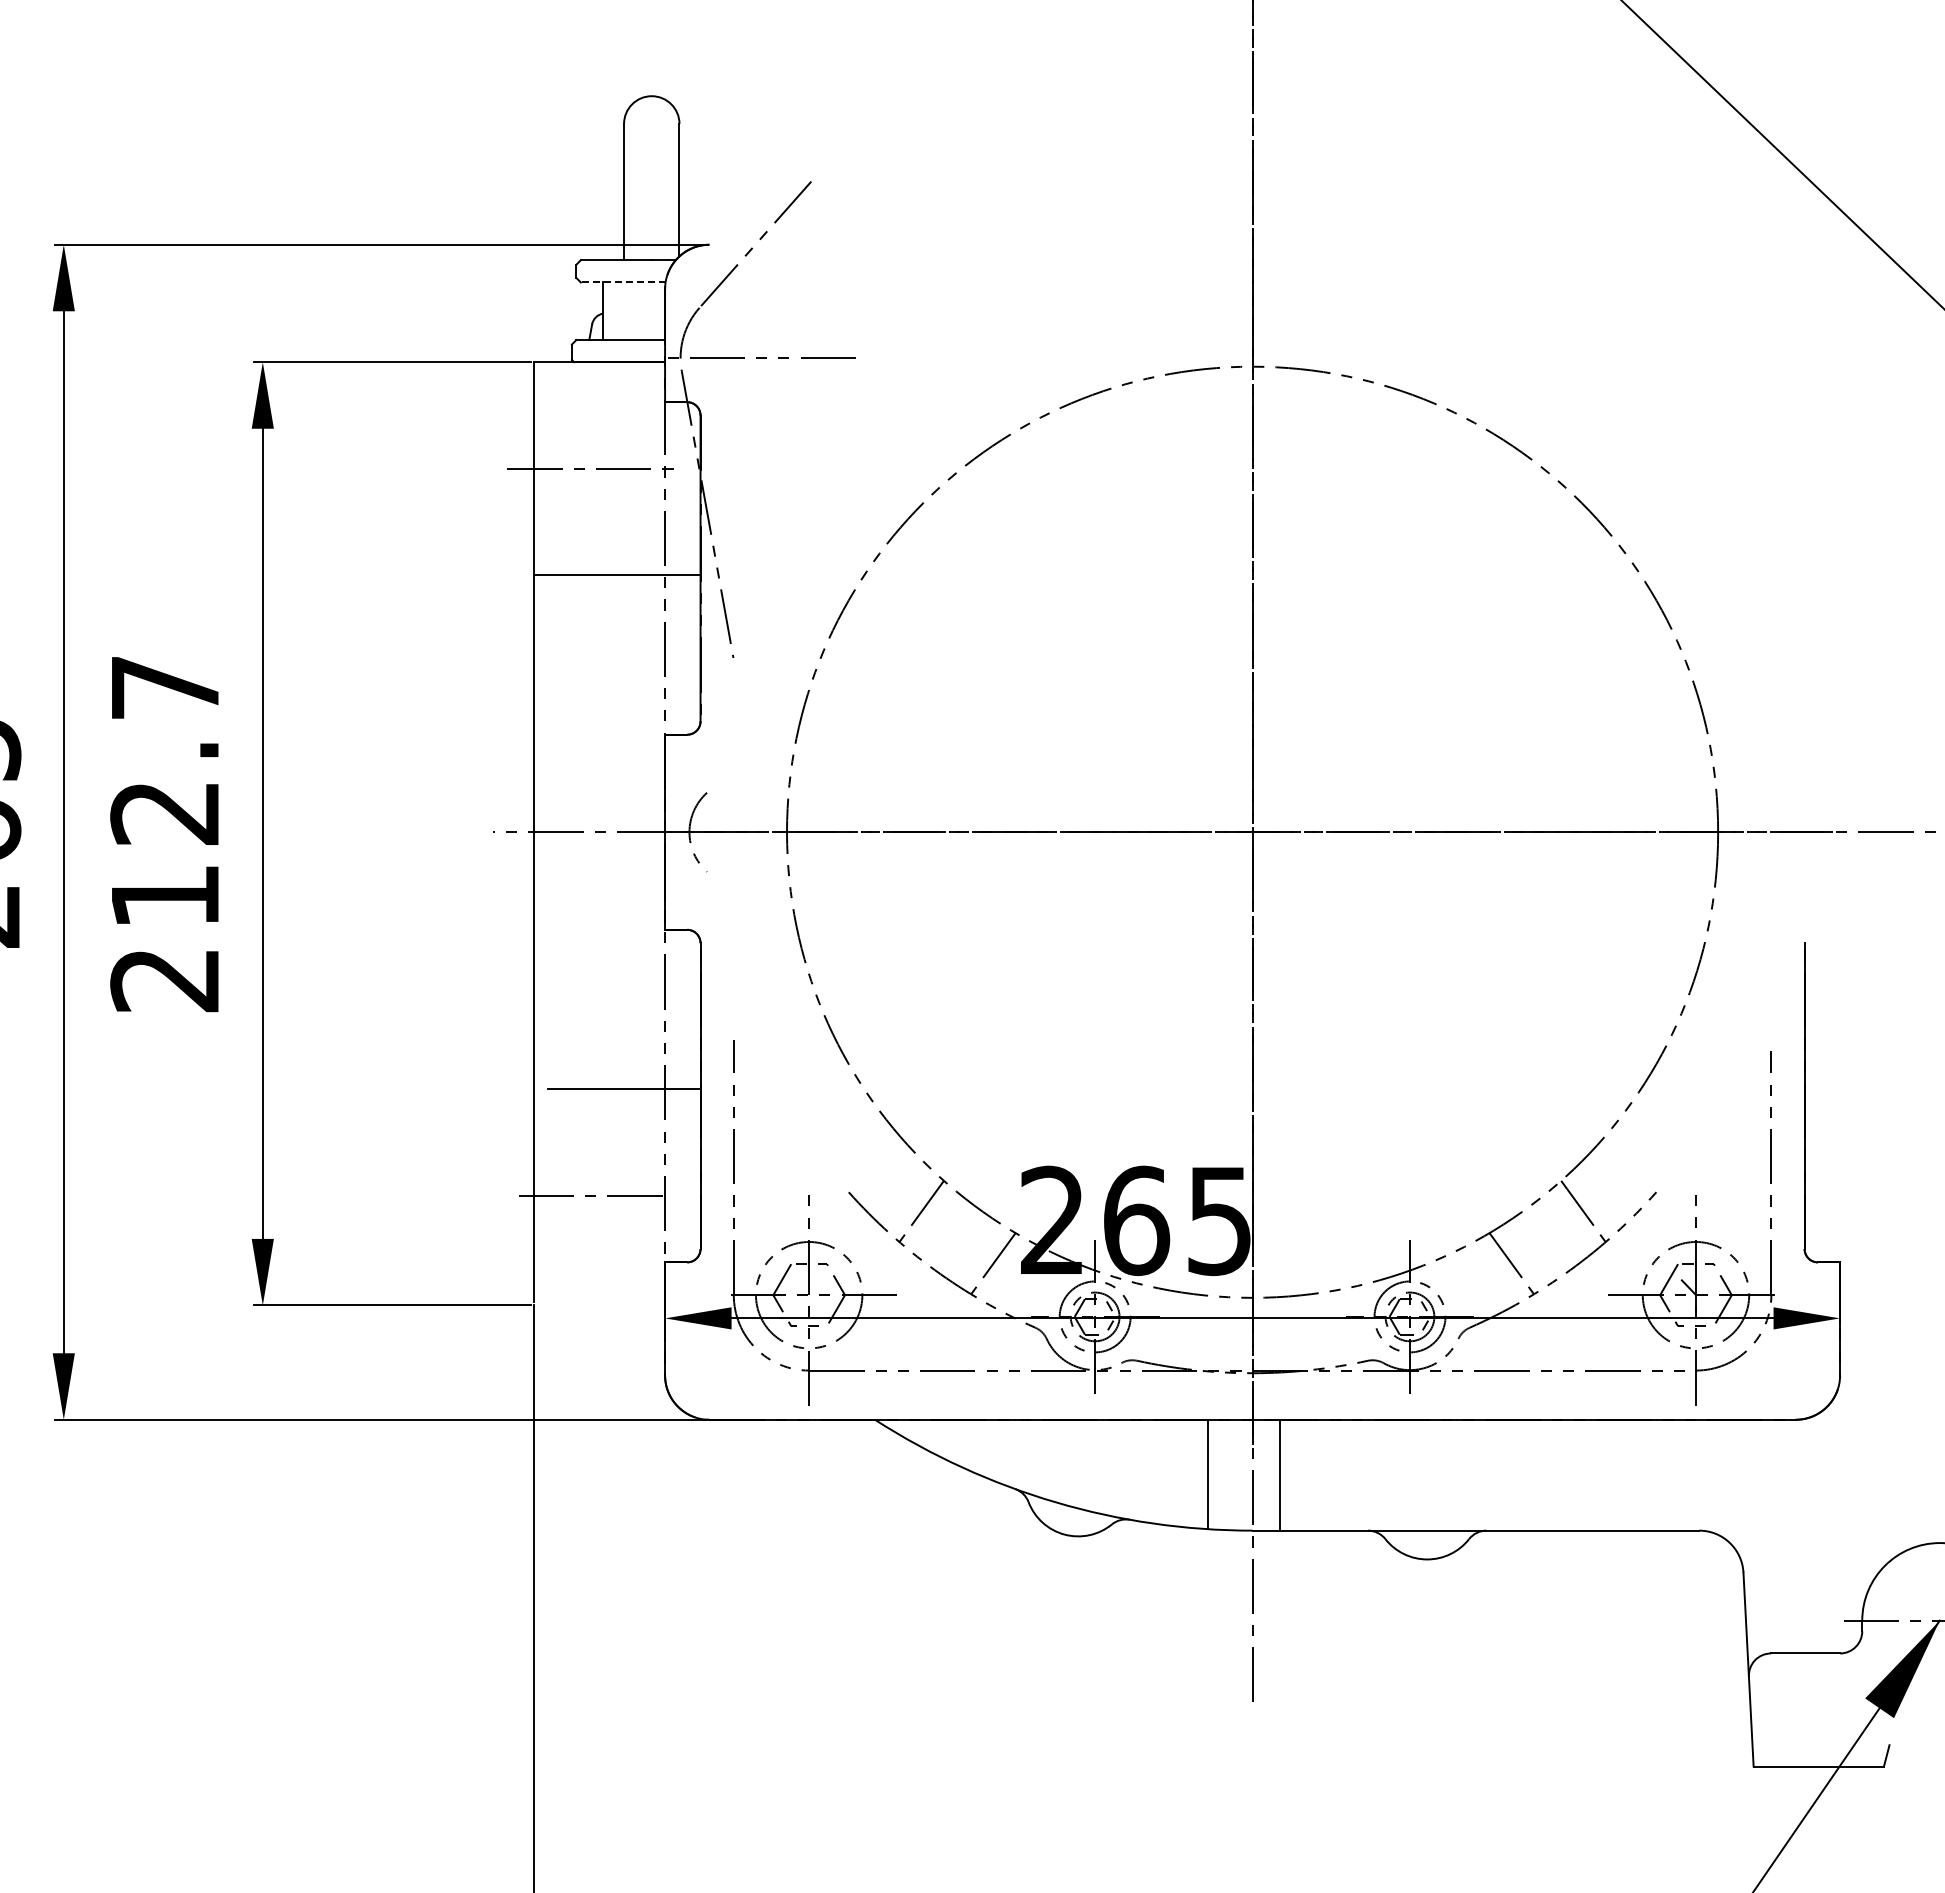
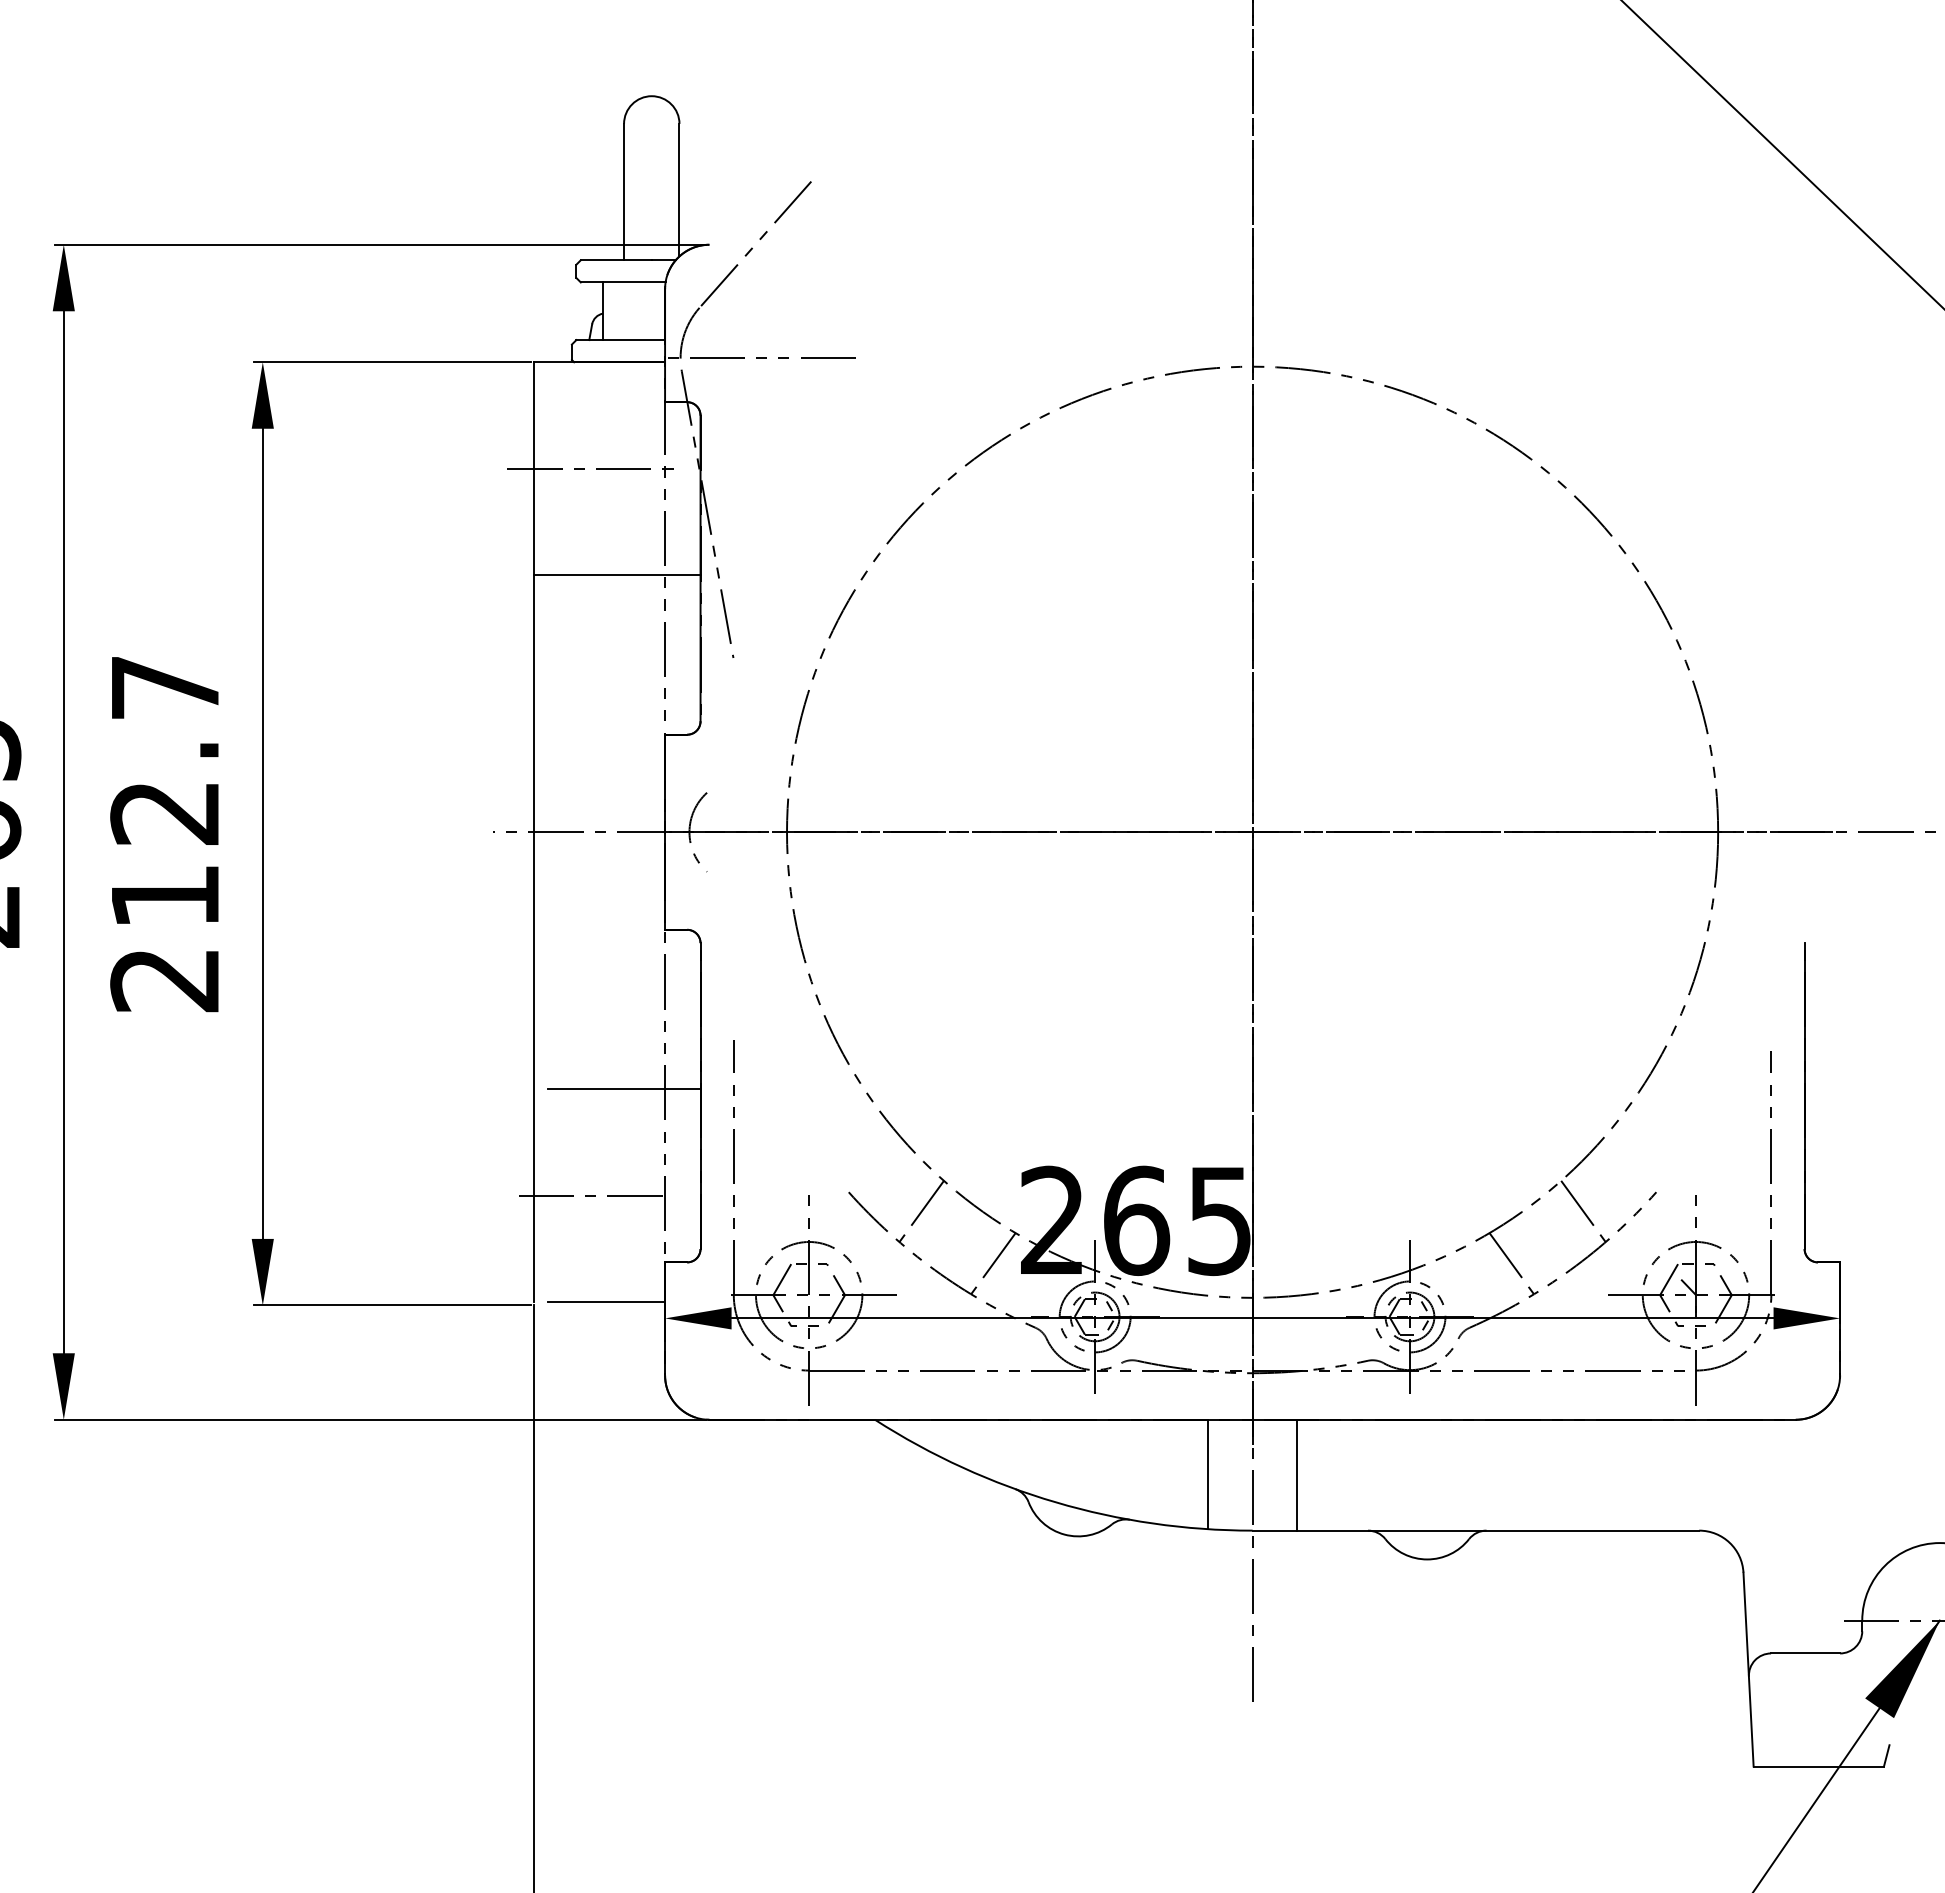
line at (622, 282): dashed -> solid
line at (606, 1302): none -> present
line at (1279, 1474) position: (1279, 1474) -> (1296, 1474)
